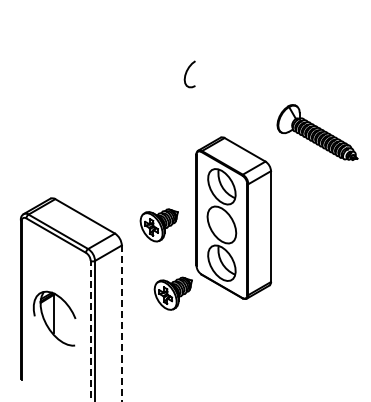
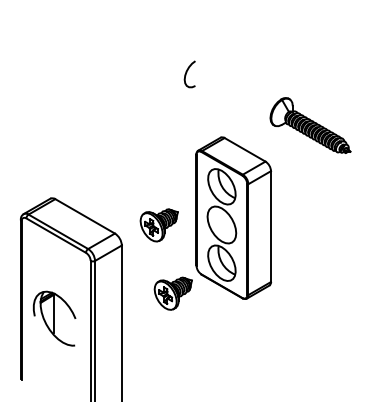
part at (317, 132) position: (317, 132) -> (310, 125)
line at (121, 324): dashed -> solid
line at (90, 330): dashed -> solid
